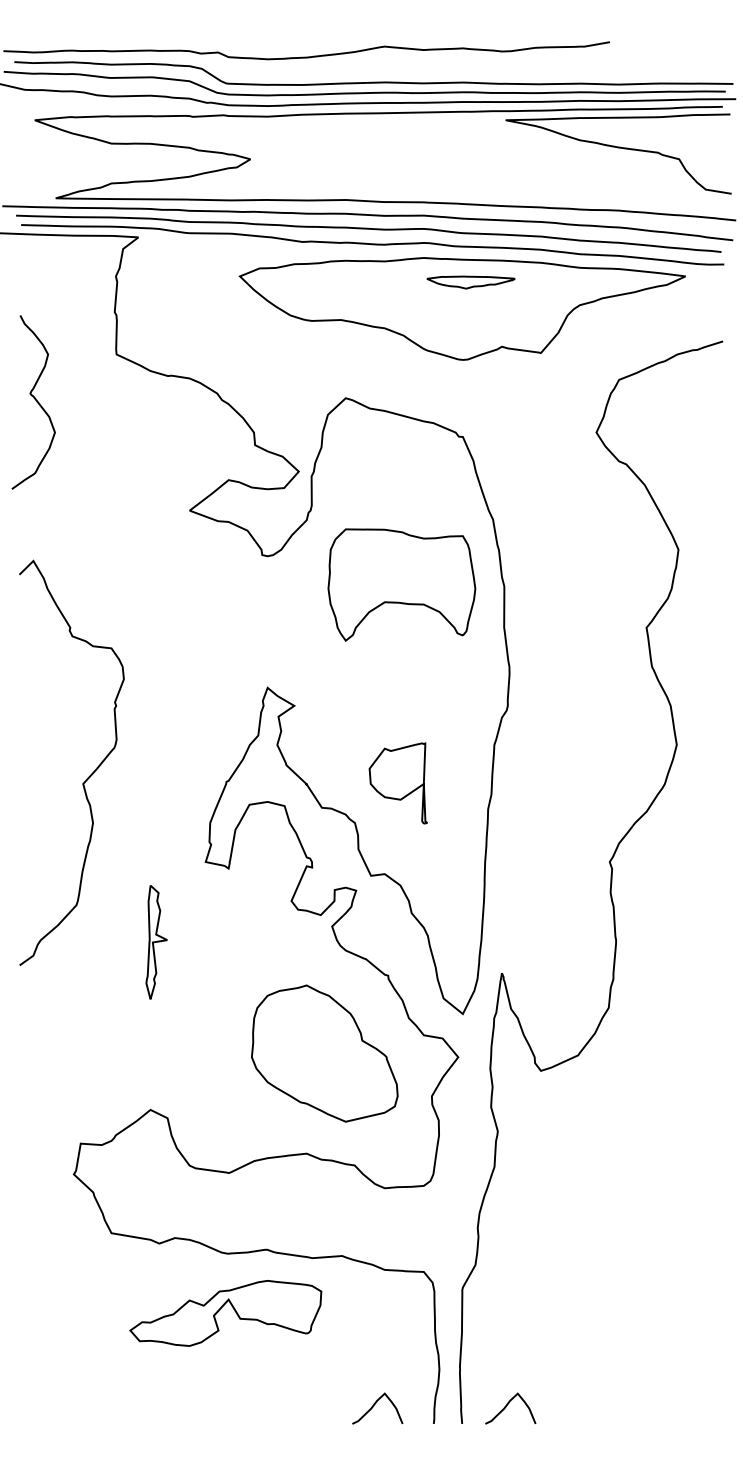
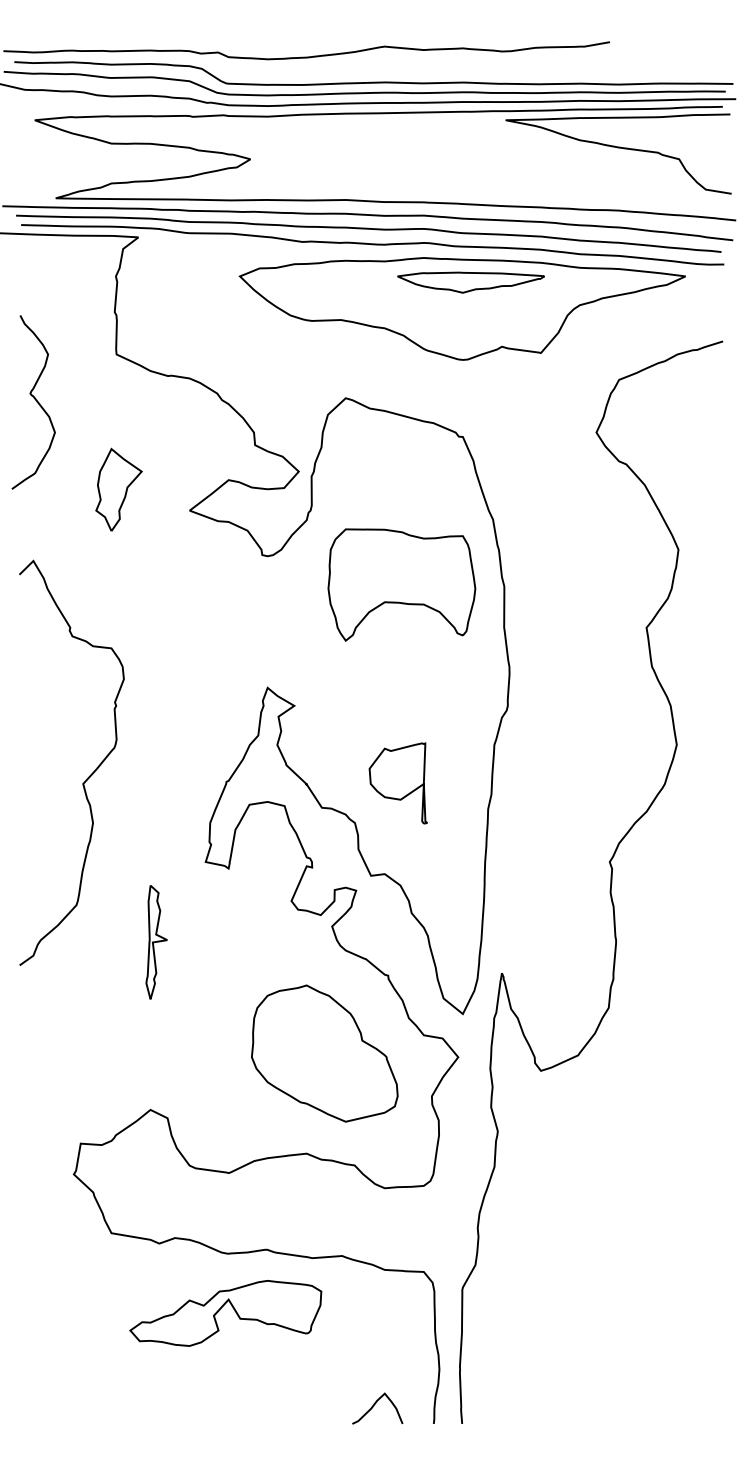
part at (470, 282) size: 90x15 px -> 148x23 px
part at (118, 489): none -> present
curve at (507, 1406): present -> none
